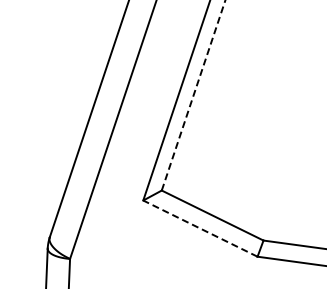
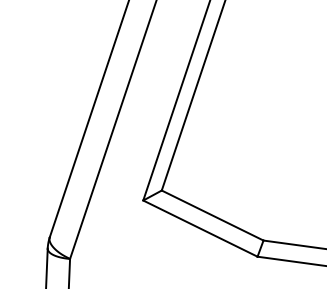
line at (193, 94): dashed -> solid
line at (200, 228): dashed -> solid
